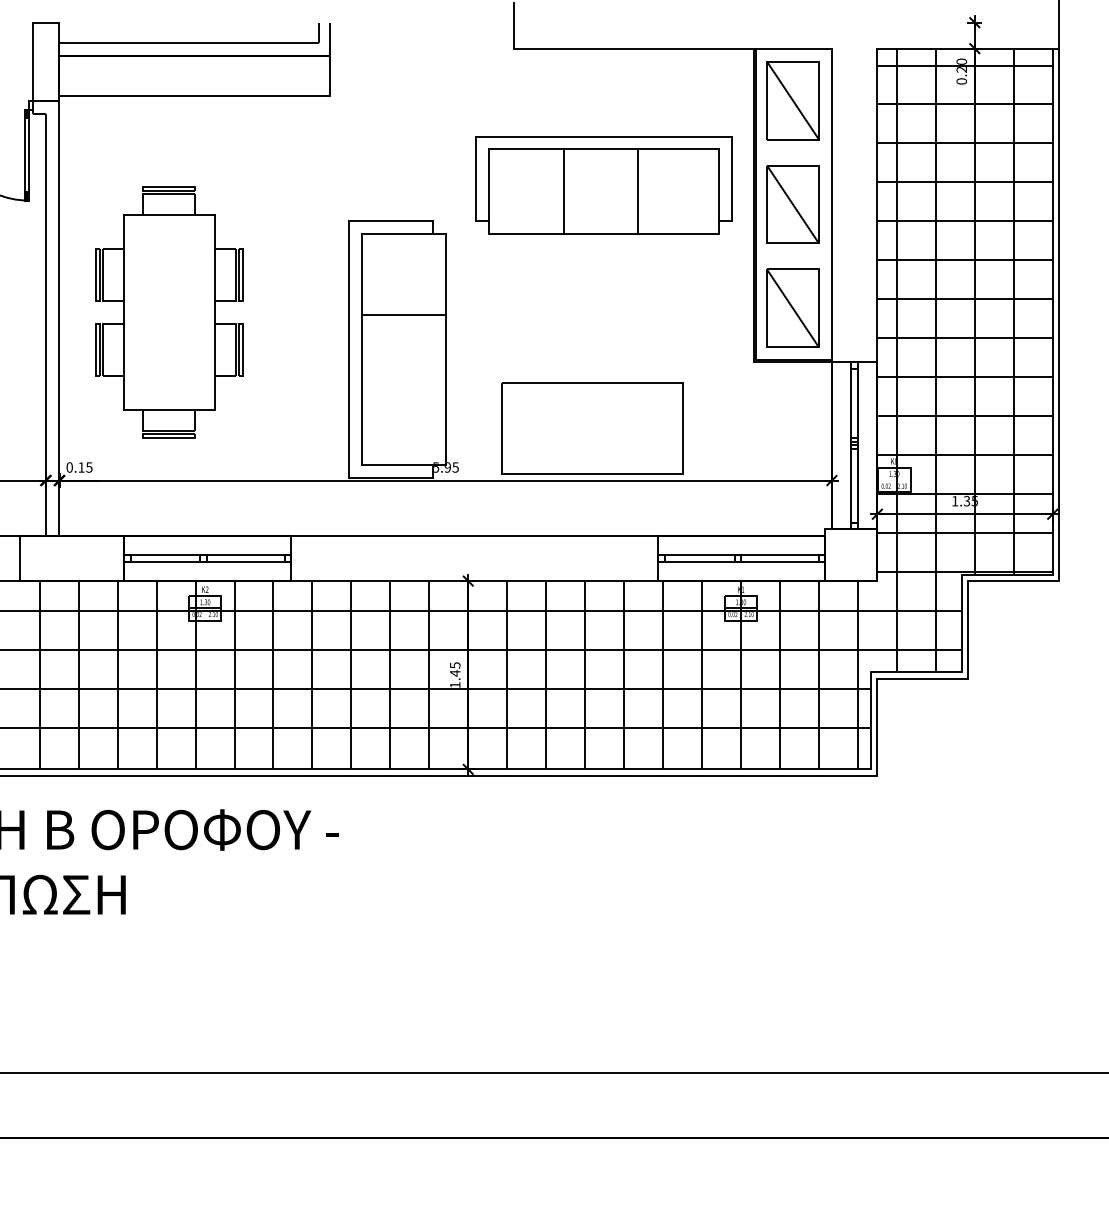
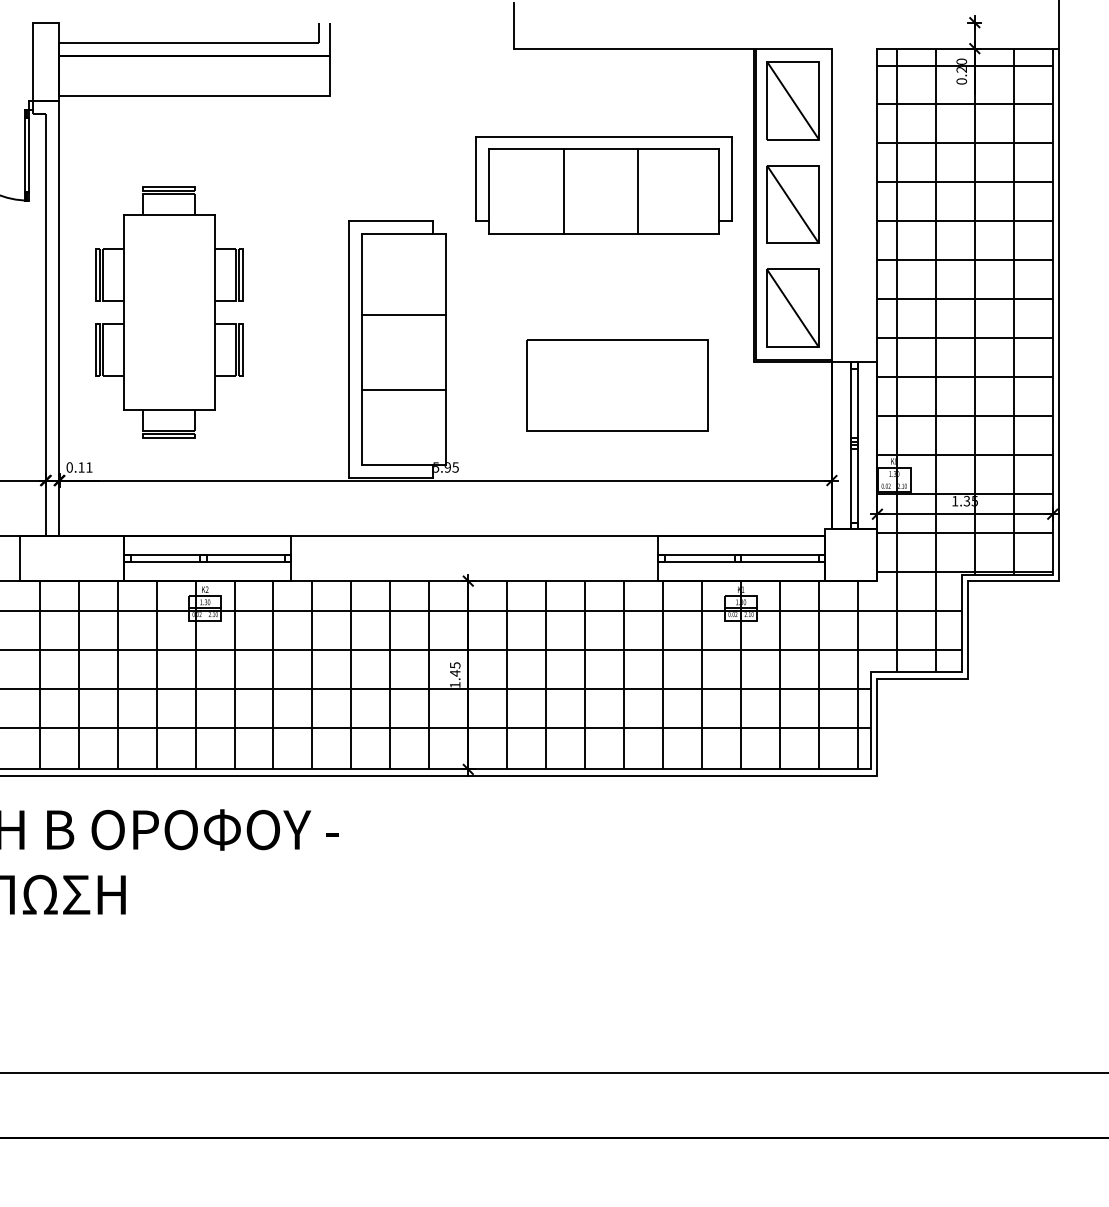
line at (403, 390): none -> present
part at (592, 428) position: (592, 428) -> (617, 385)
text at (89, 467): 0.15 -> 0.11
